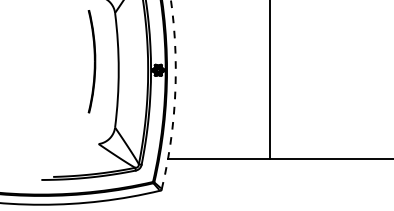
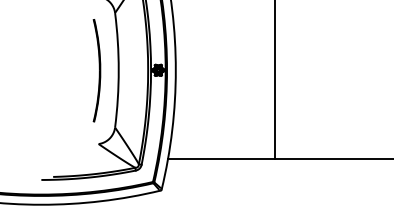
part at (91, 61) position: (91, 61) -> (96, 70)
line at (269, 80) position: (269, 80) -> (274, 80)
arc at (175, 94): dashed -> solid
